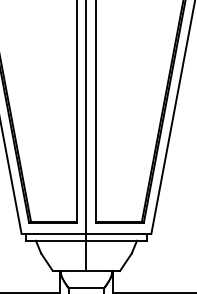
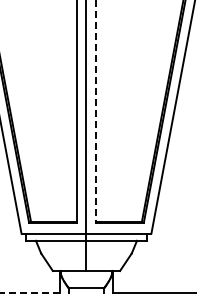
line at (96, 111): solid -> dashed
line at (29, 292): solid -> dashed
